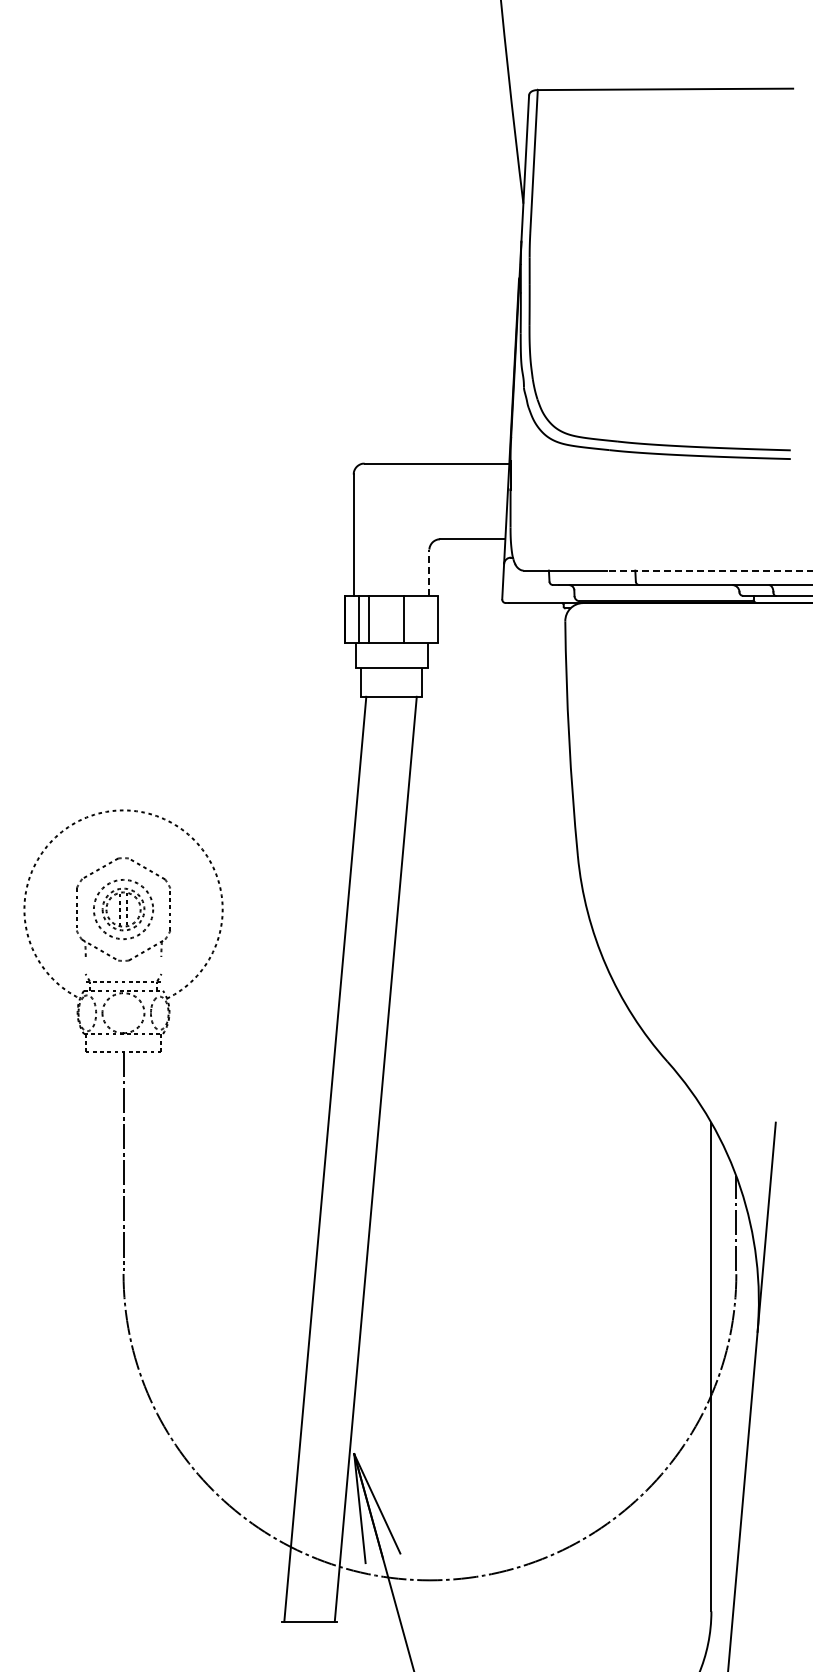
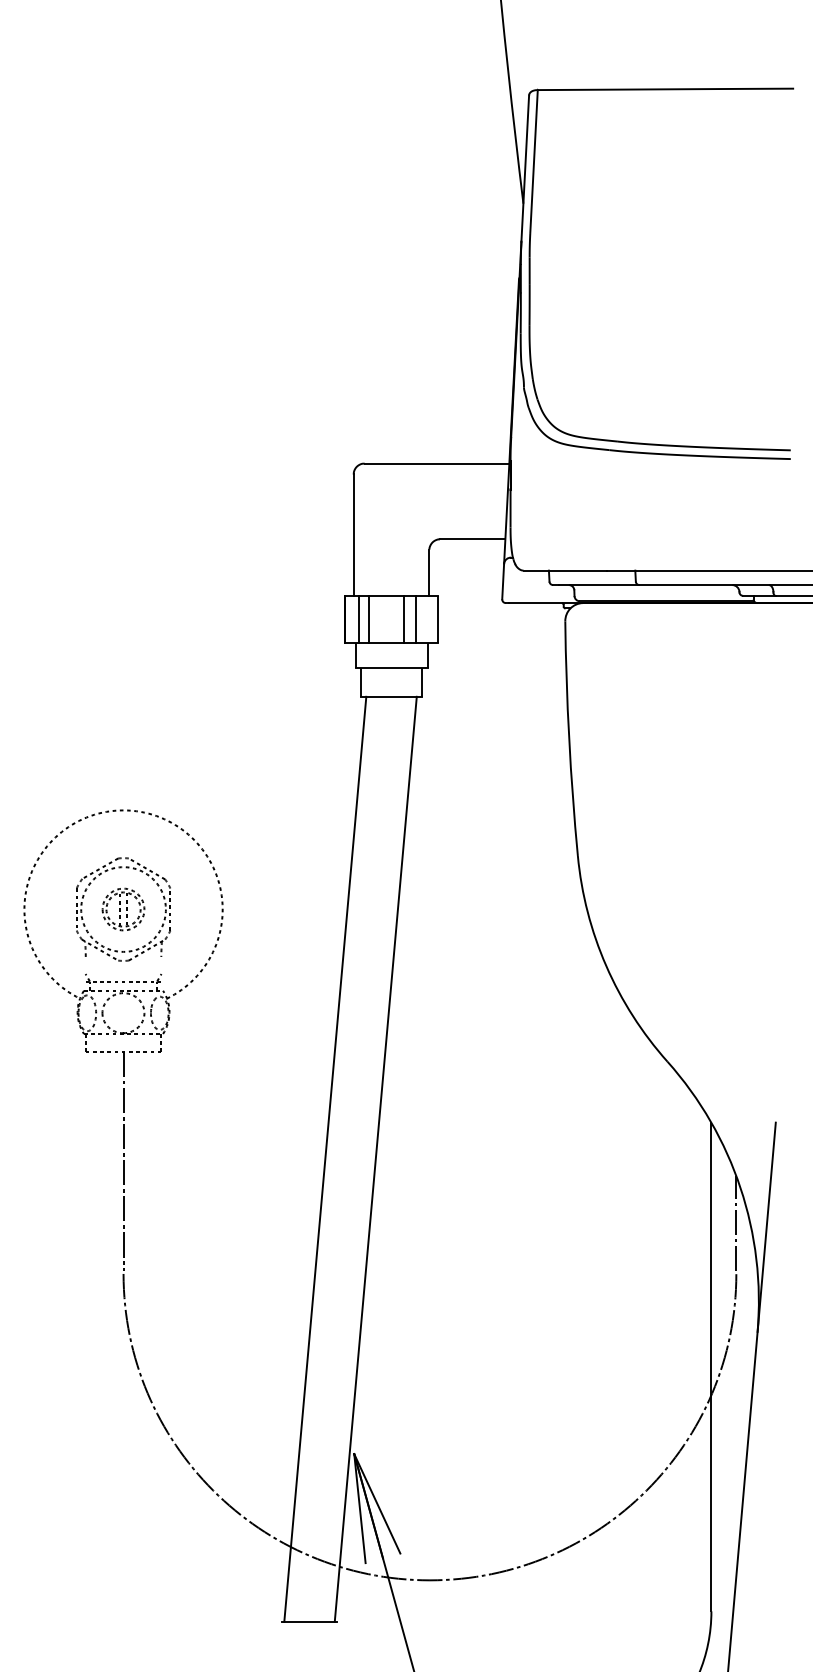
line at (709, 570): dashed -> solid
line at (429, 572): dashed -> solid
line at (415, 618): none -> present
circle at (123, 909) diameter: 59 px -> 85 px
